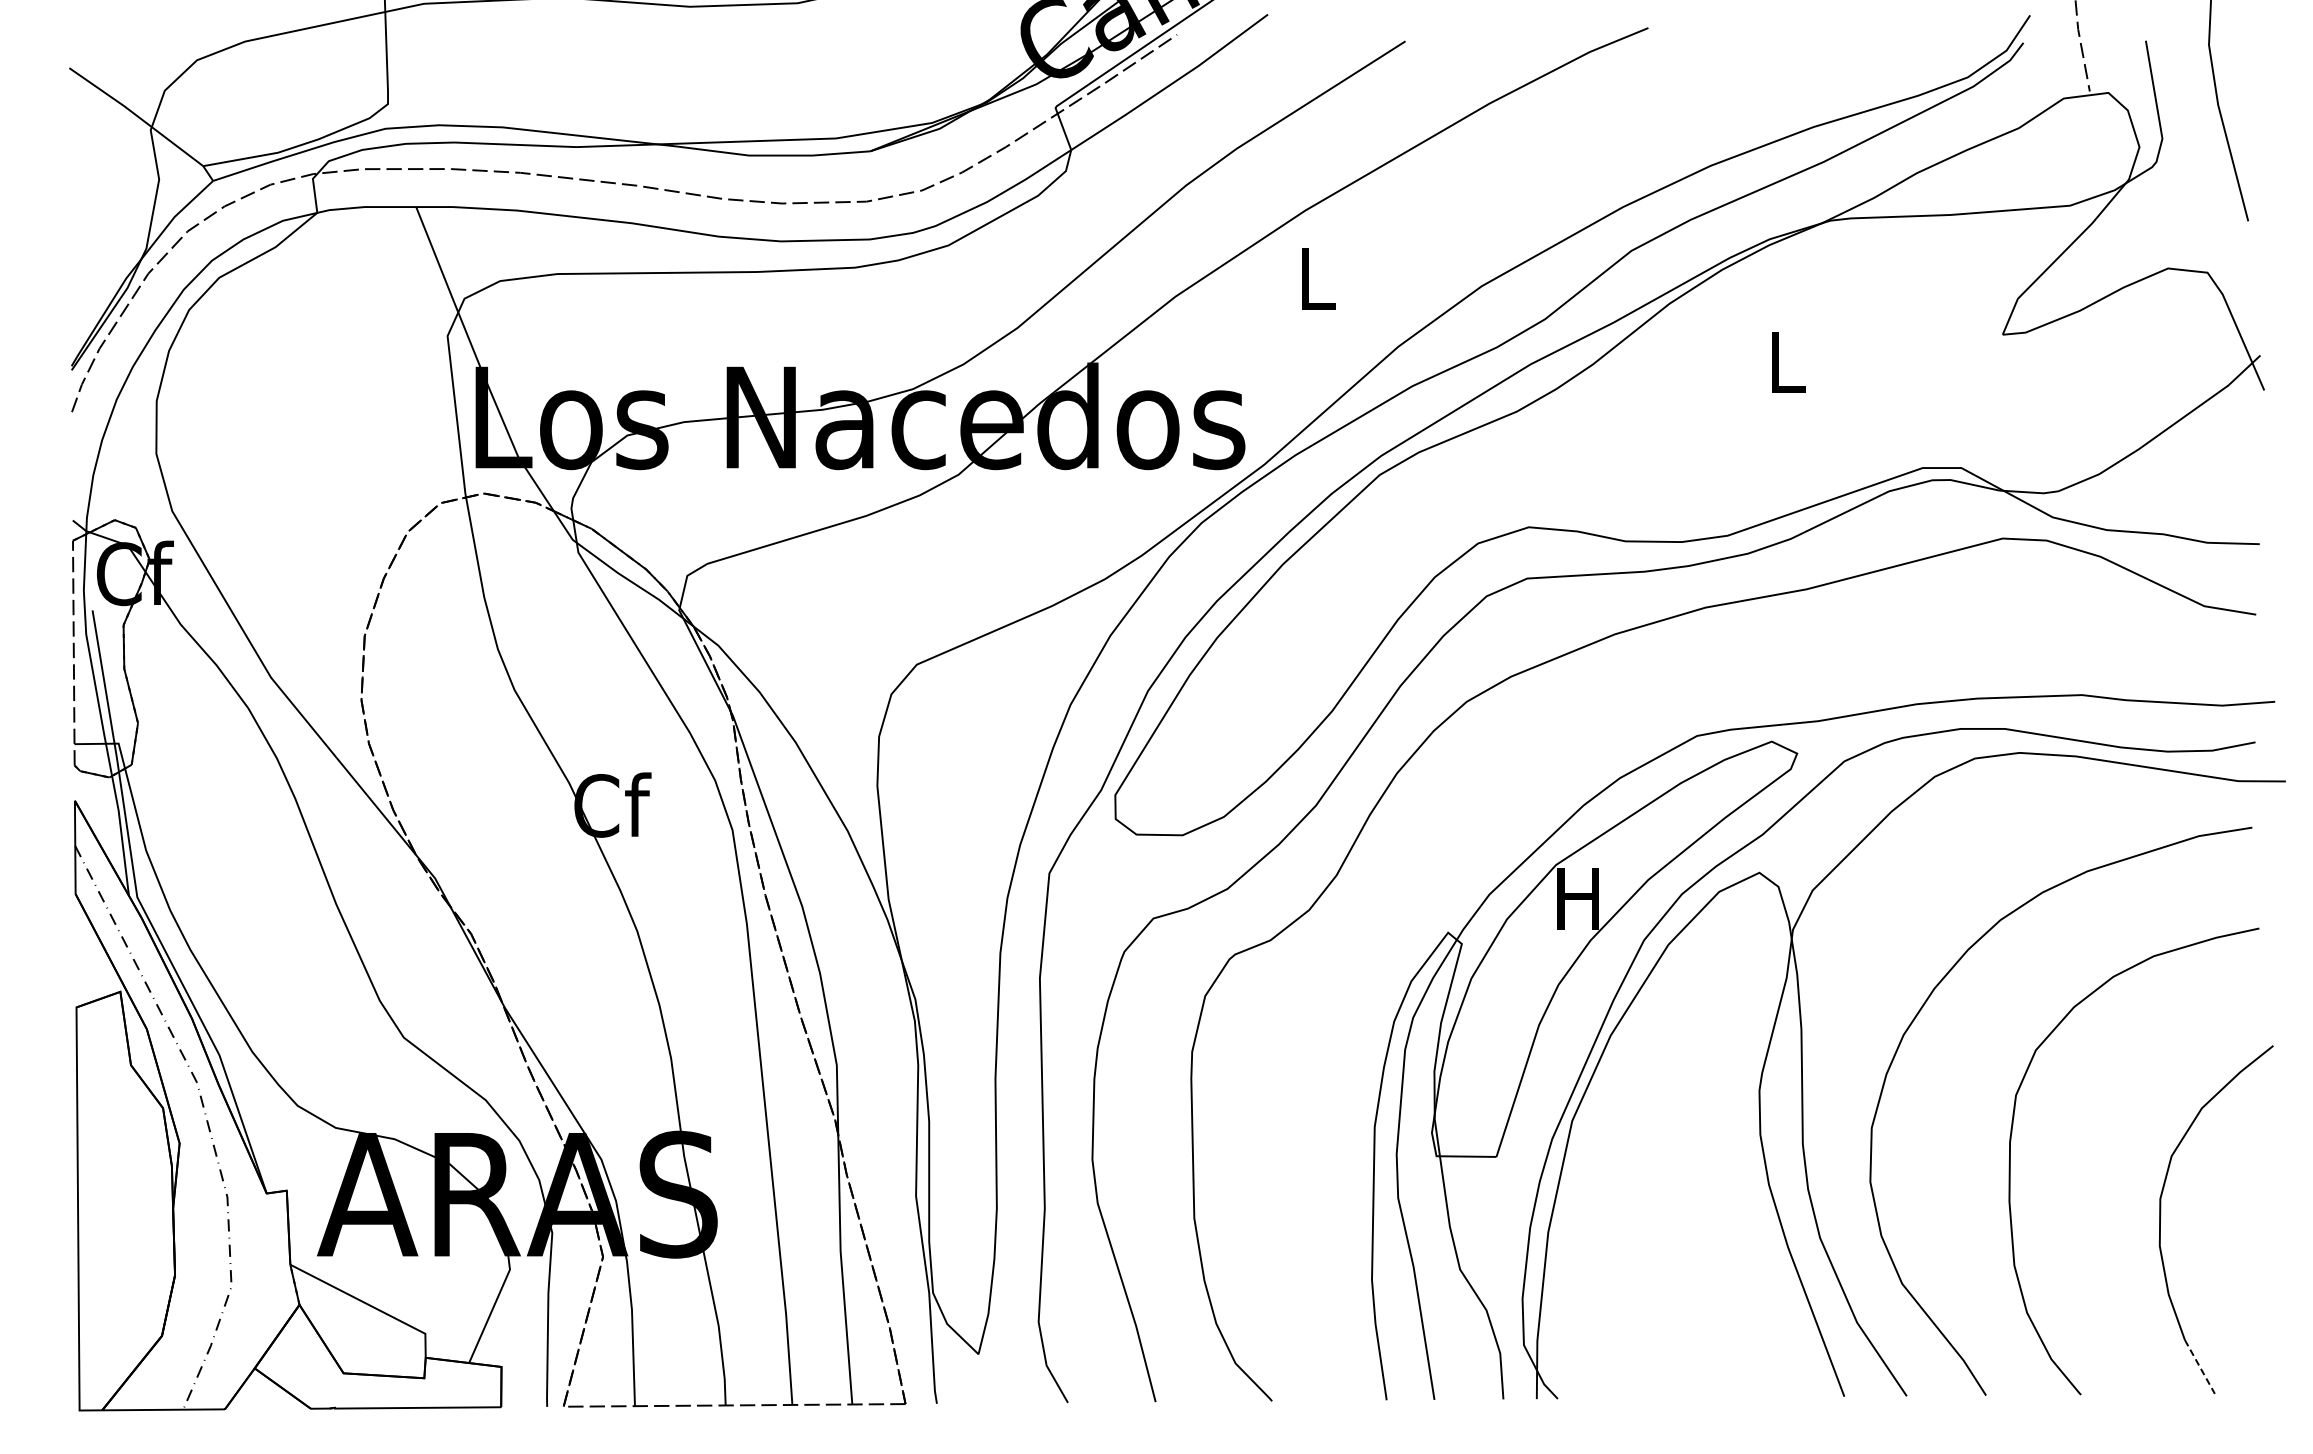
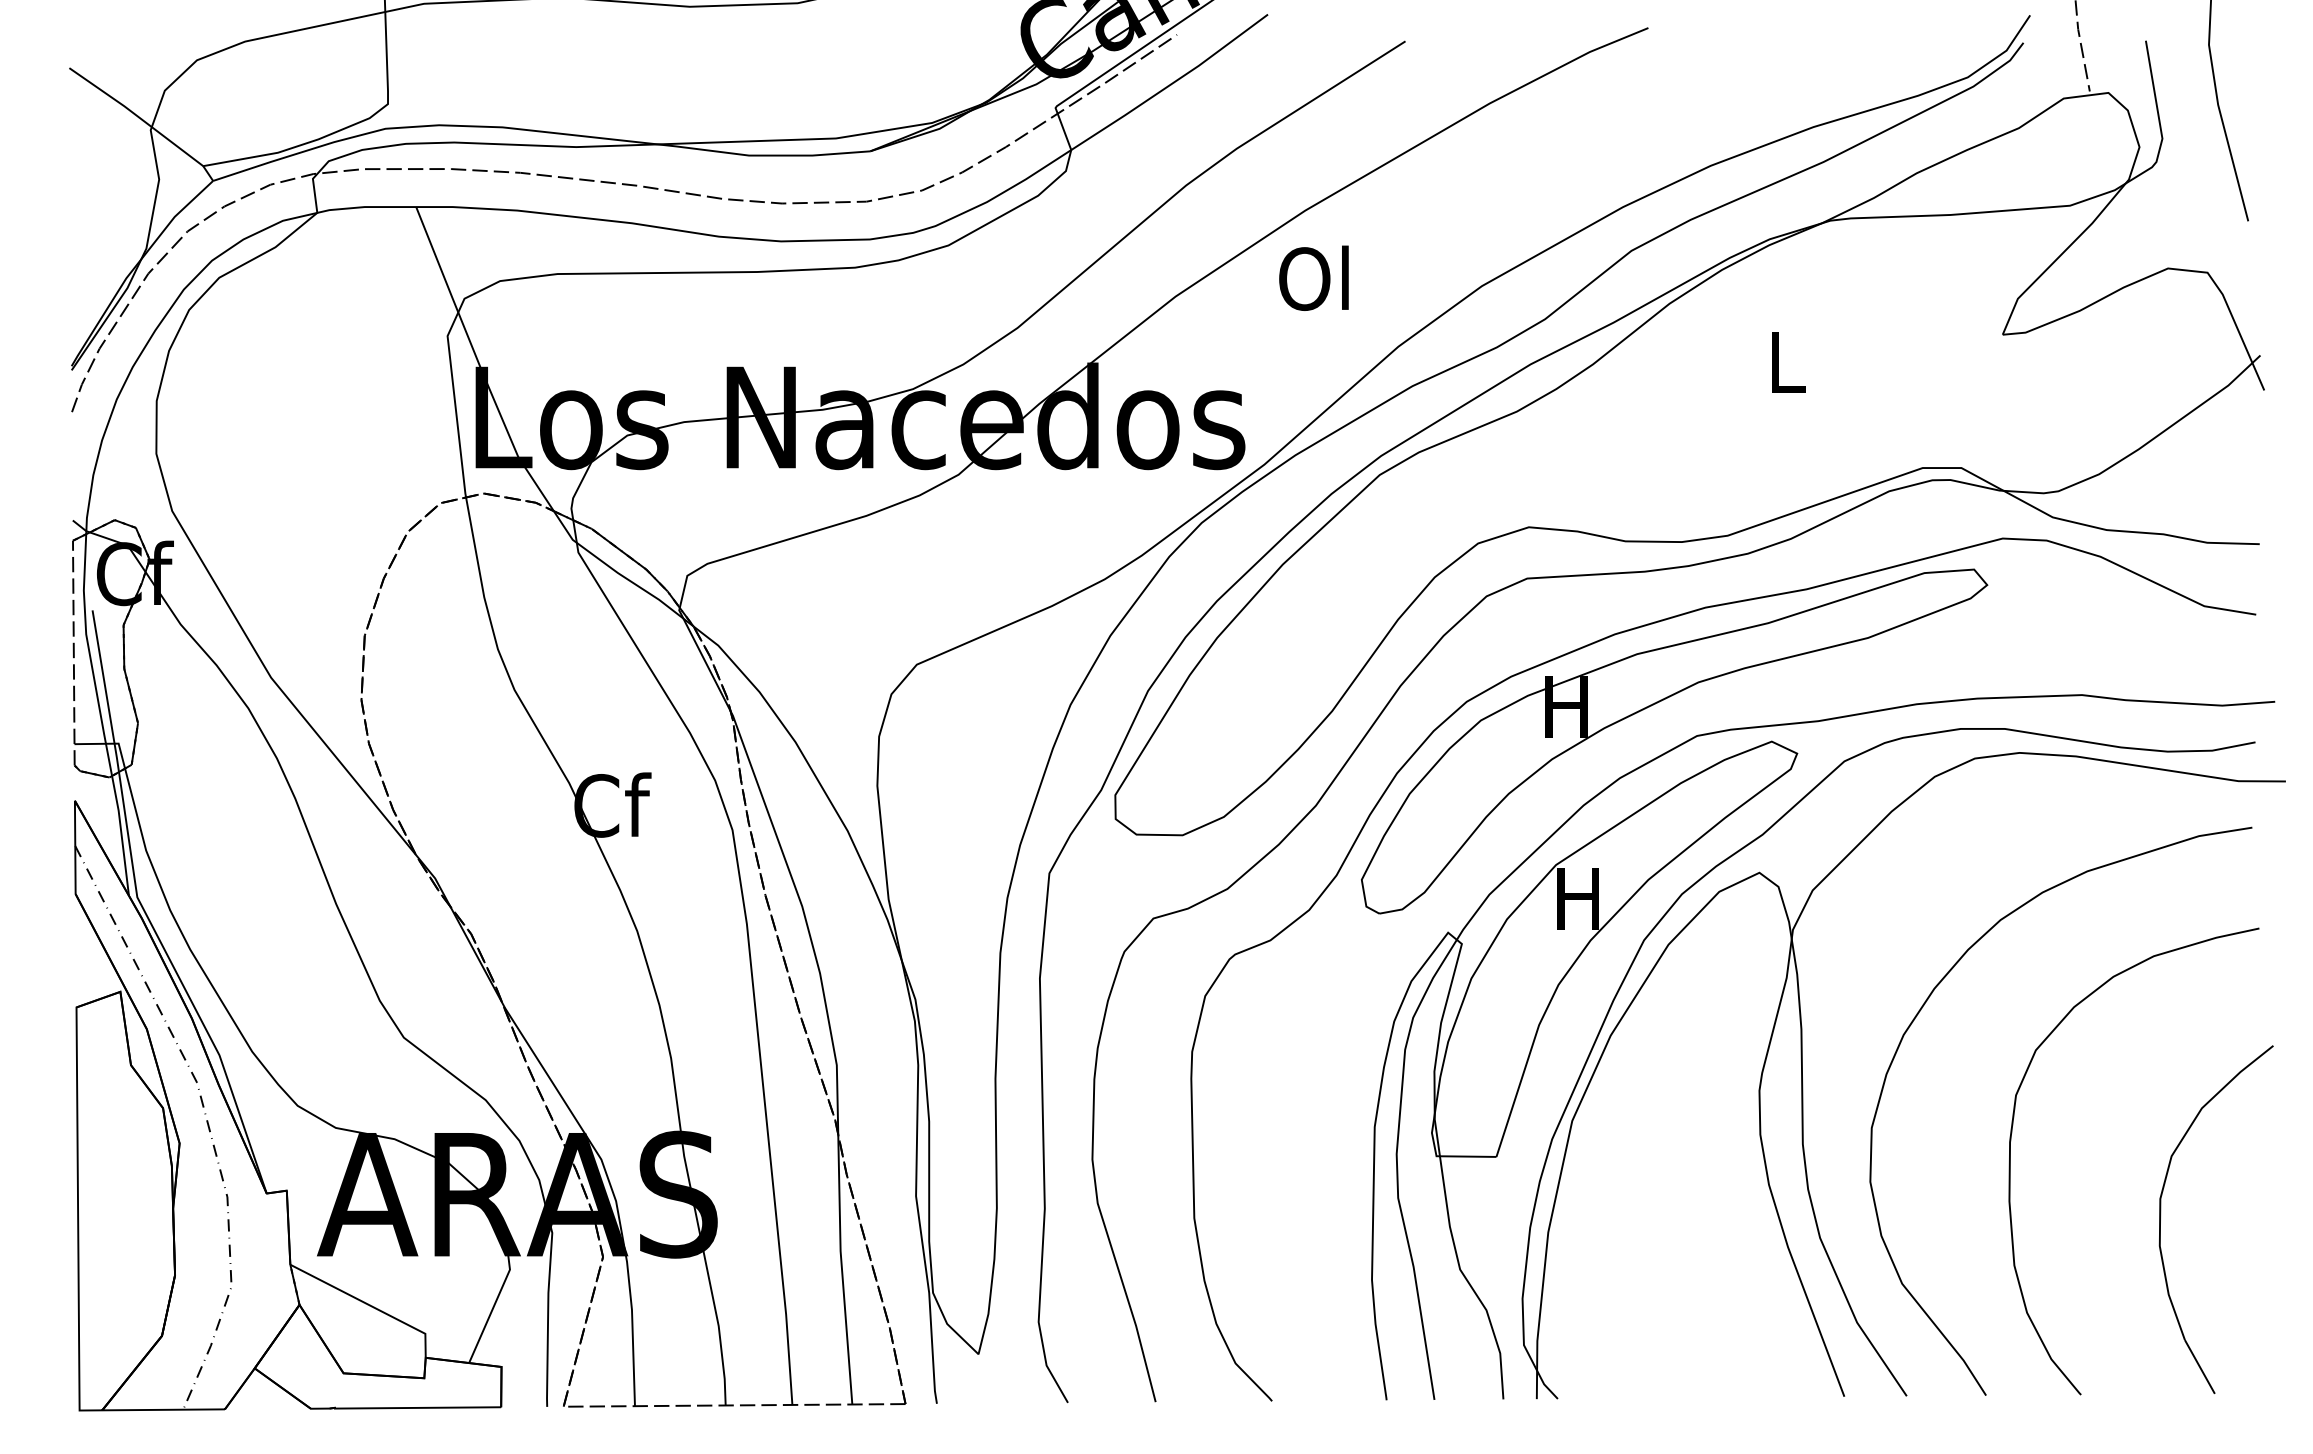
text at (1313, 277): L -> Ol
part at (1655, 704): none -> present
line at (2199, 1366): dashed -> solid
